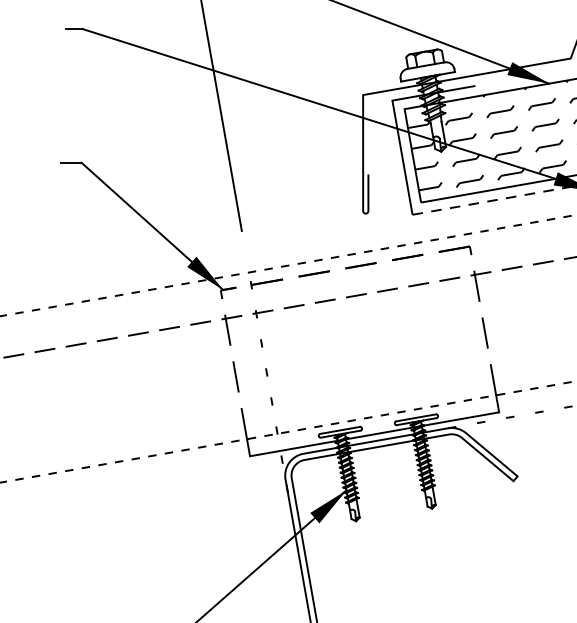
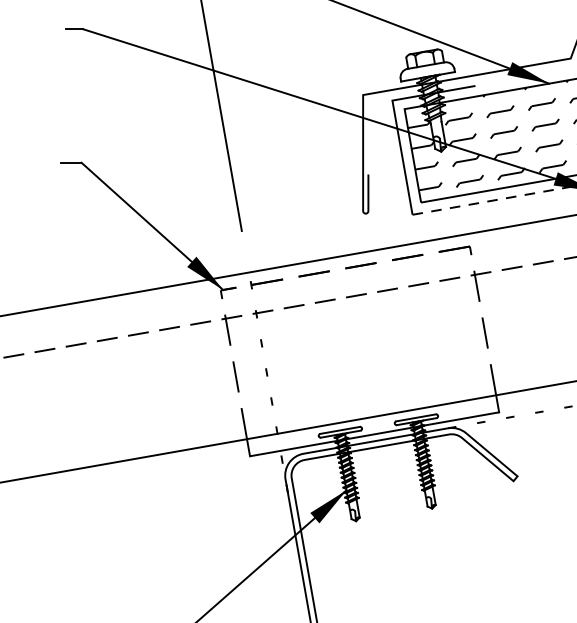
line at (576, 214): dashed -> solid
